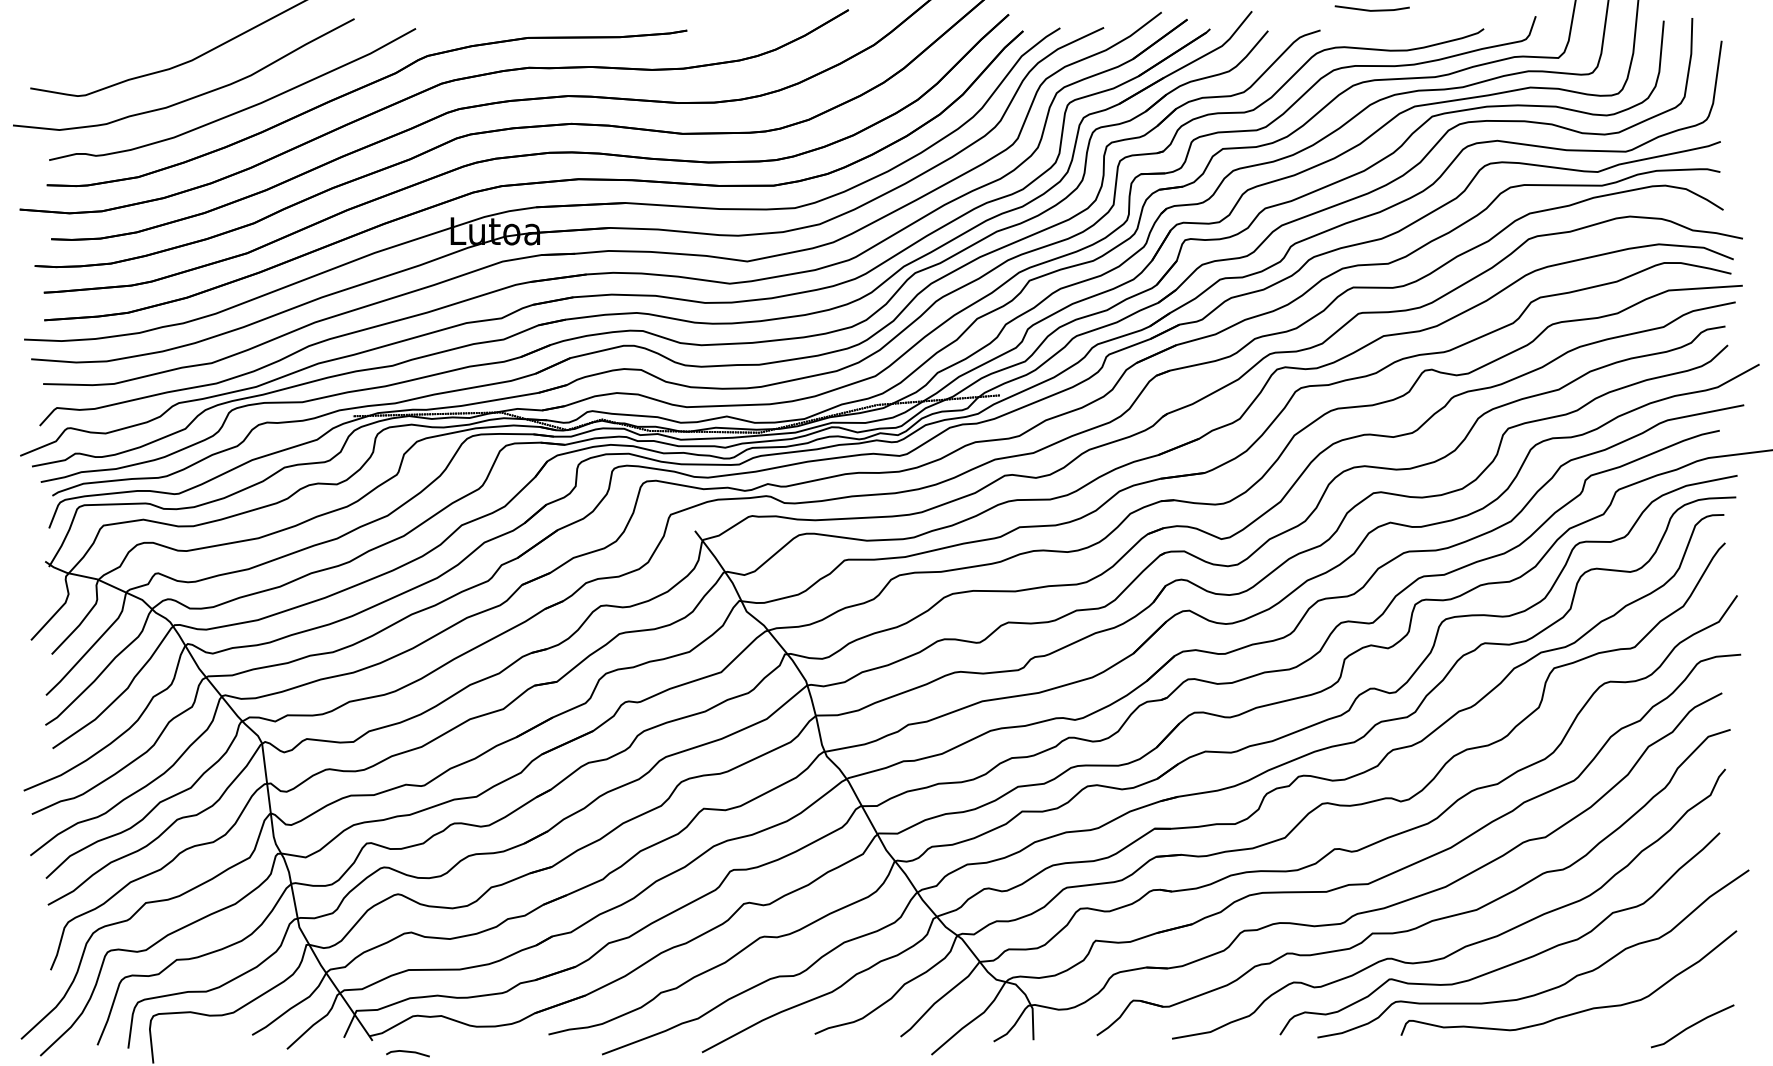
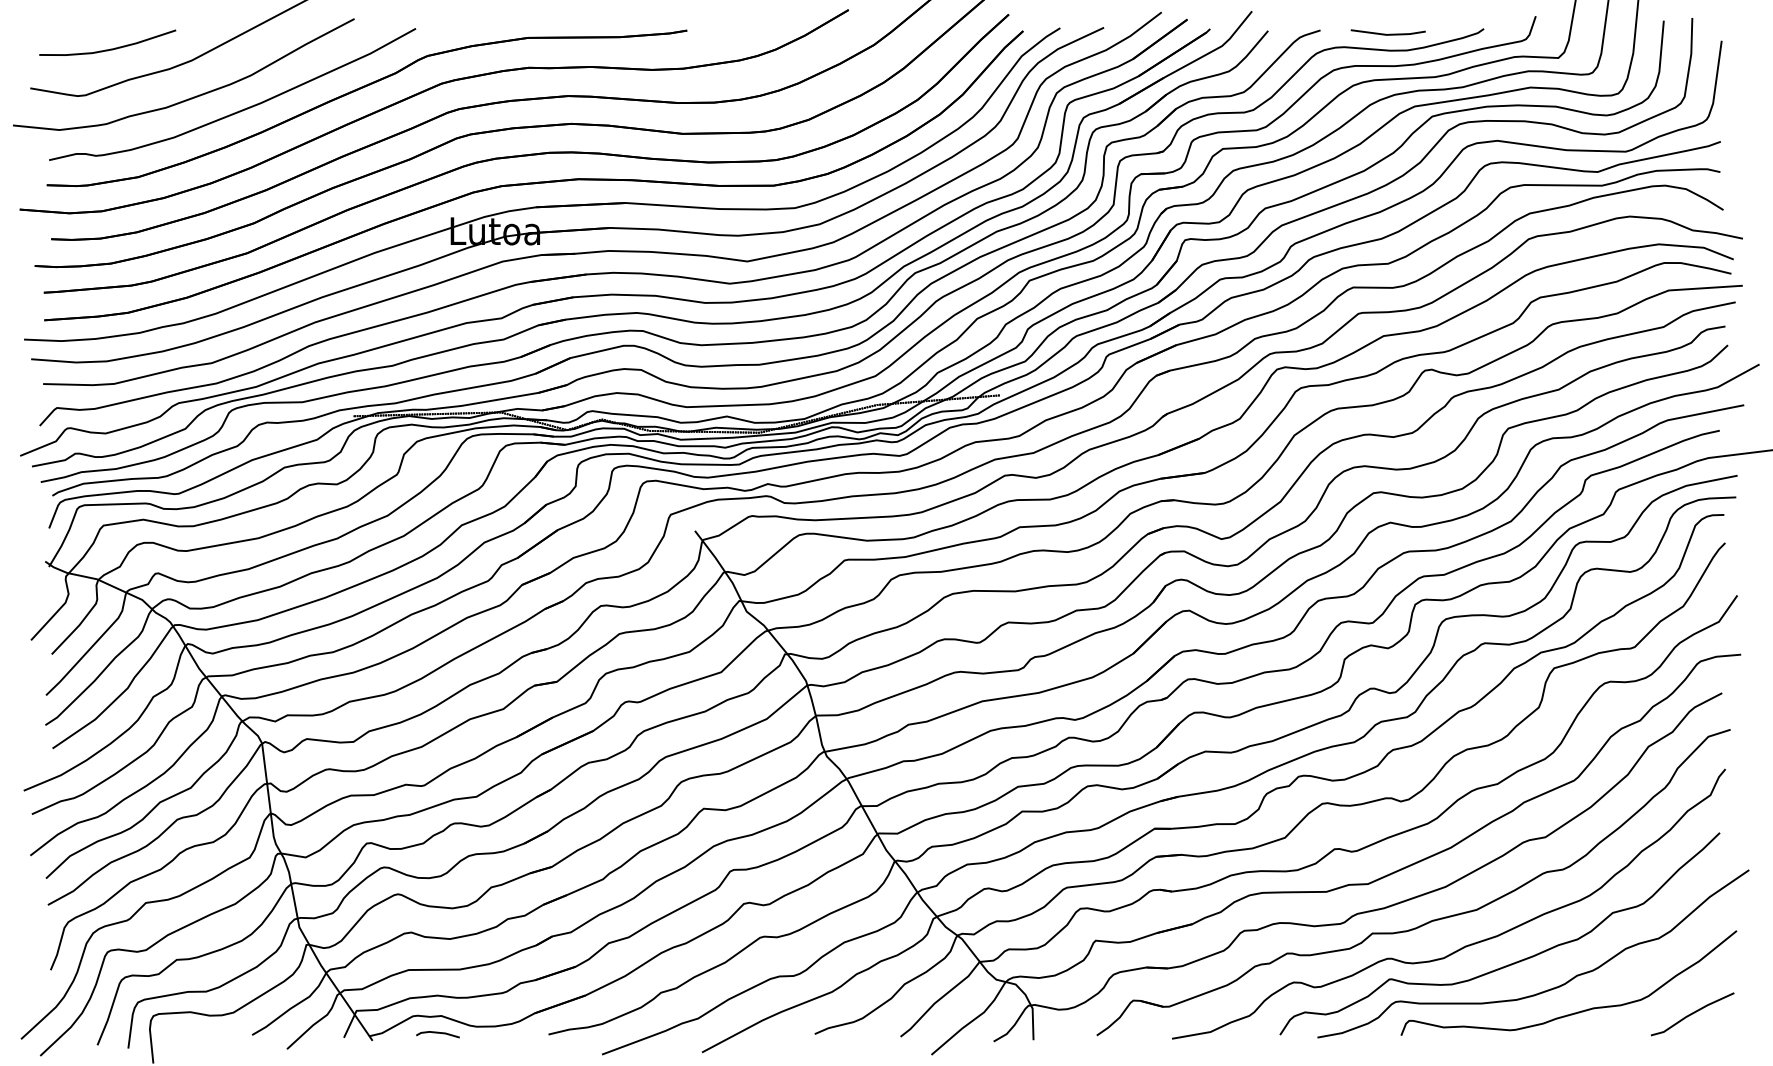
line at (1372, 9) position: (1372, 9) -> (1388, 33)
part at (110, 48): none -> present
line at (1692, 1026) position: (1692, 1026) -> (1692, 1014)
part at (407, 1053) position: (407, 1053) -> (437, 1034)
